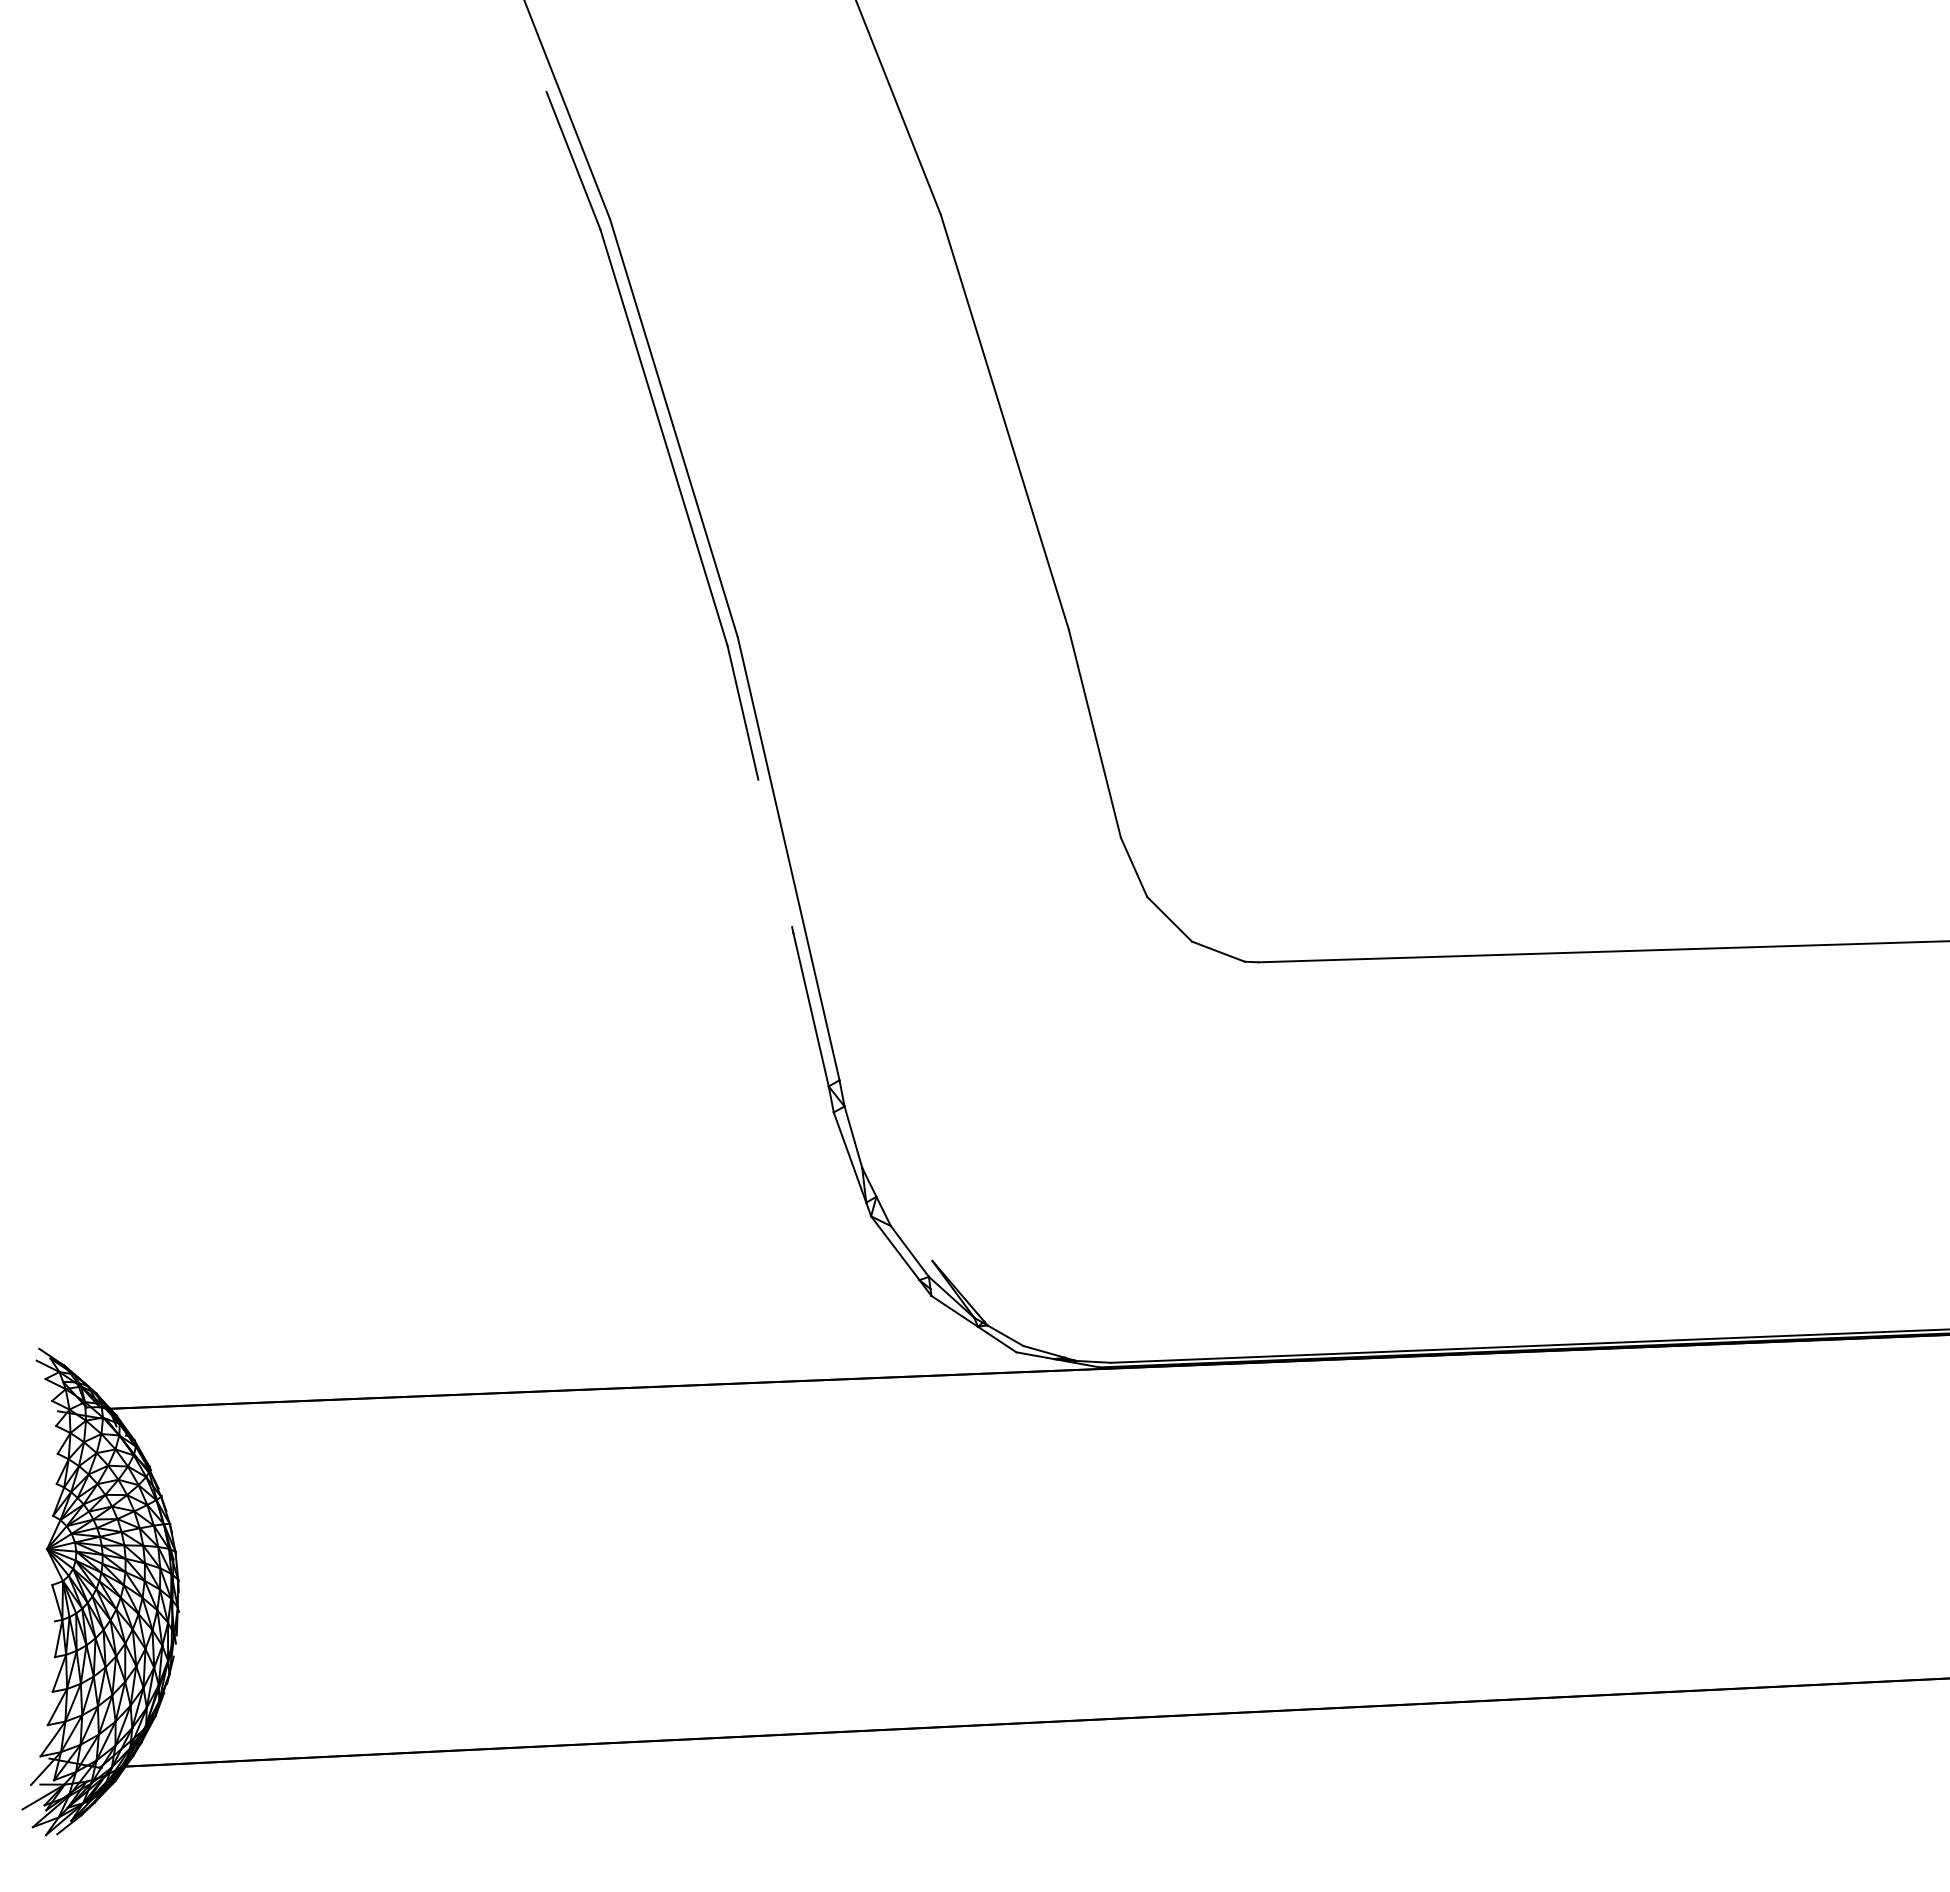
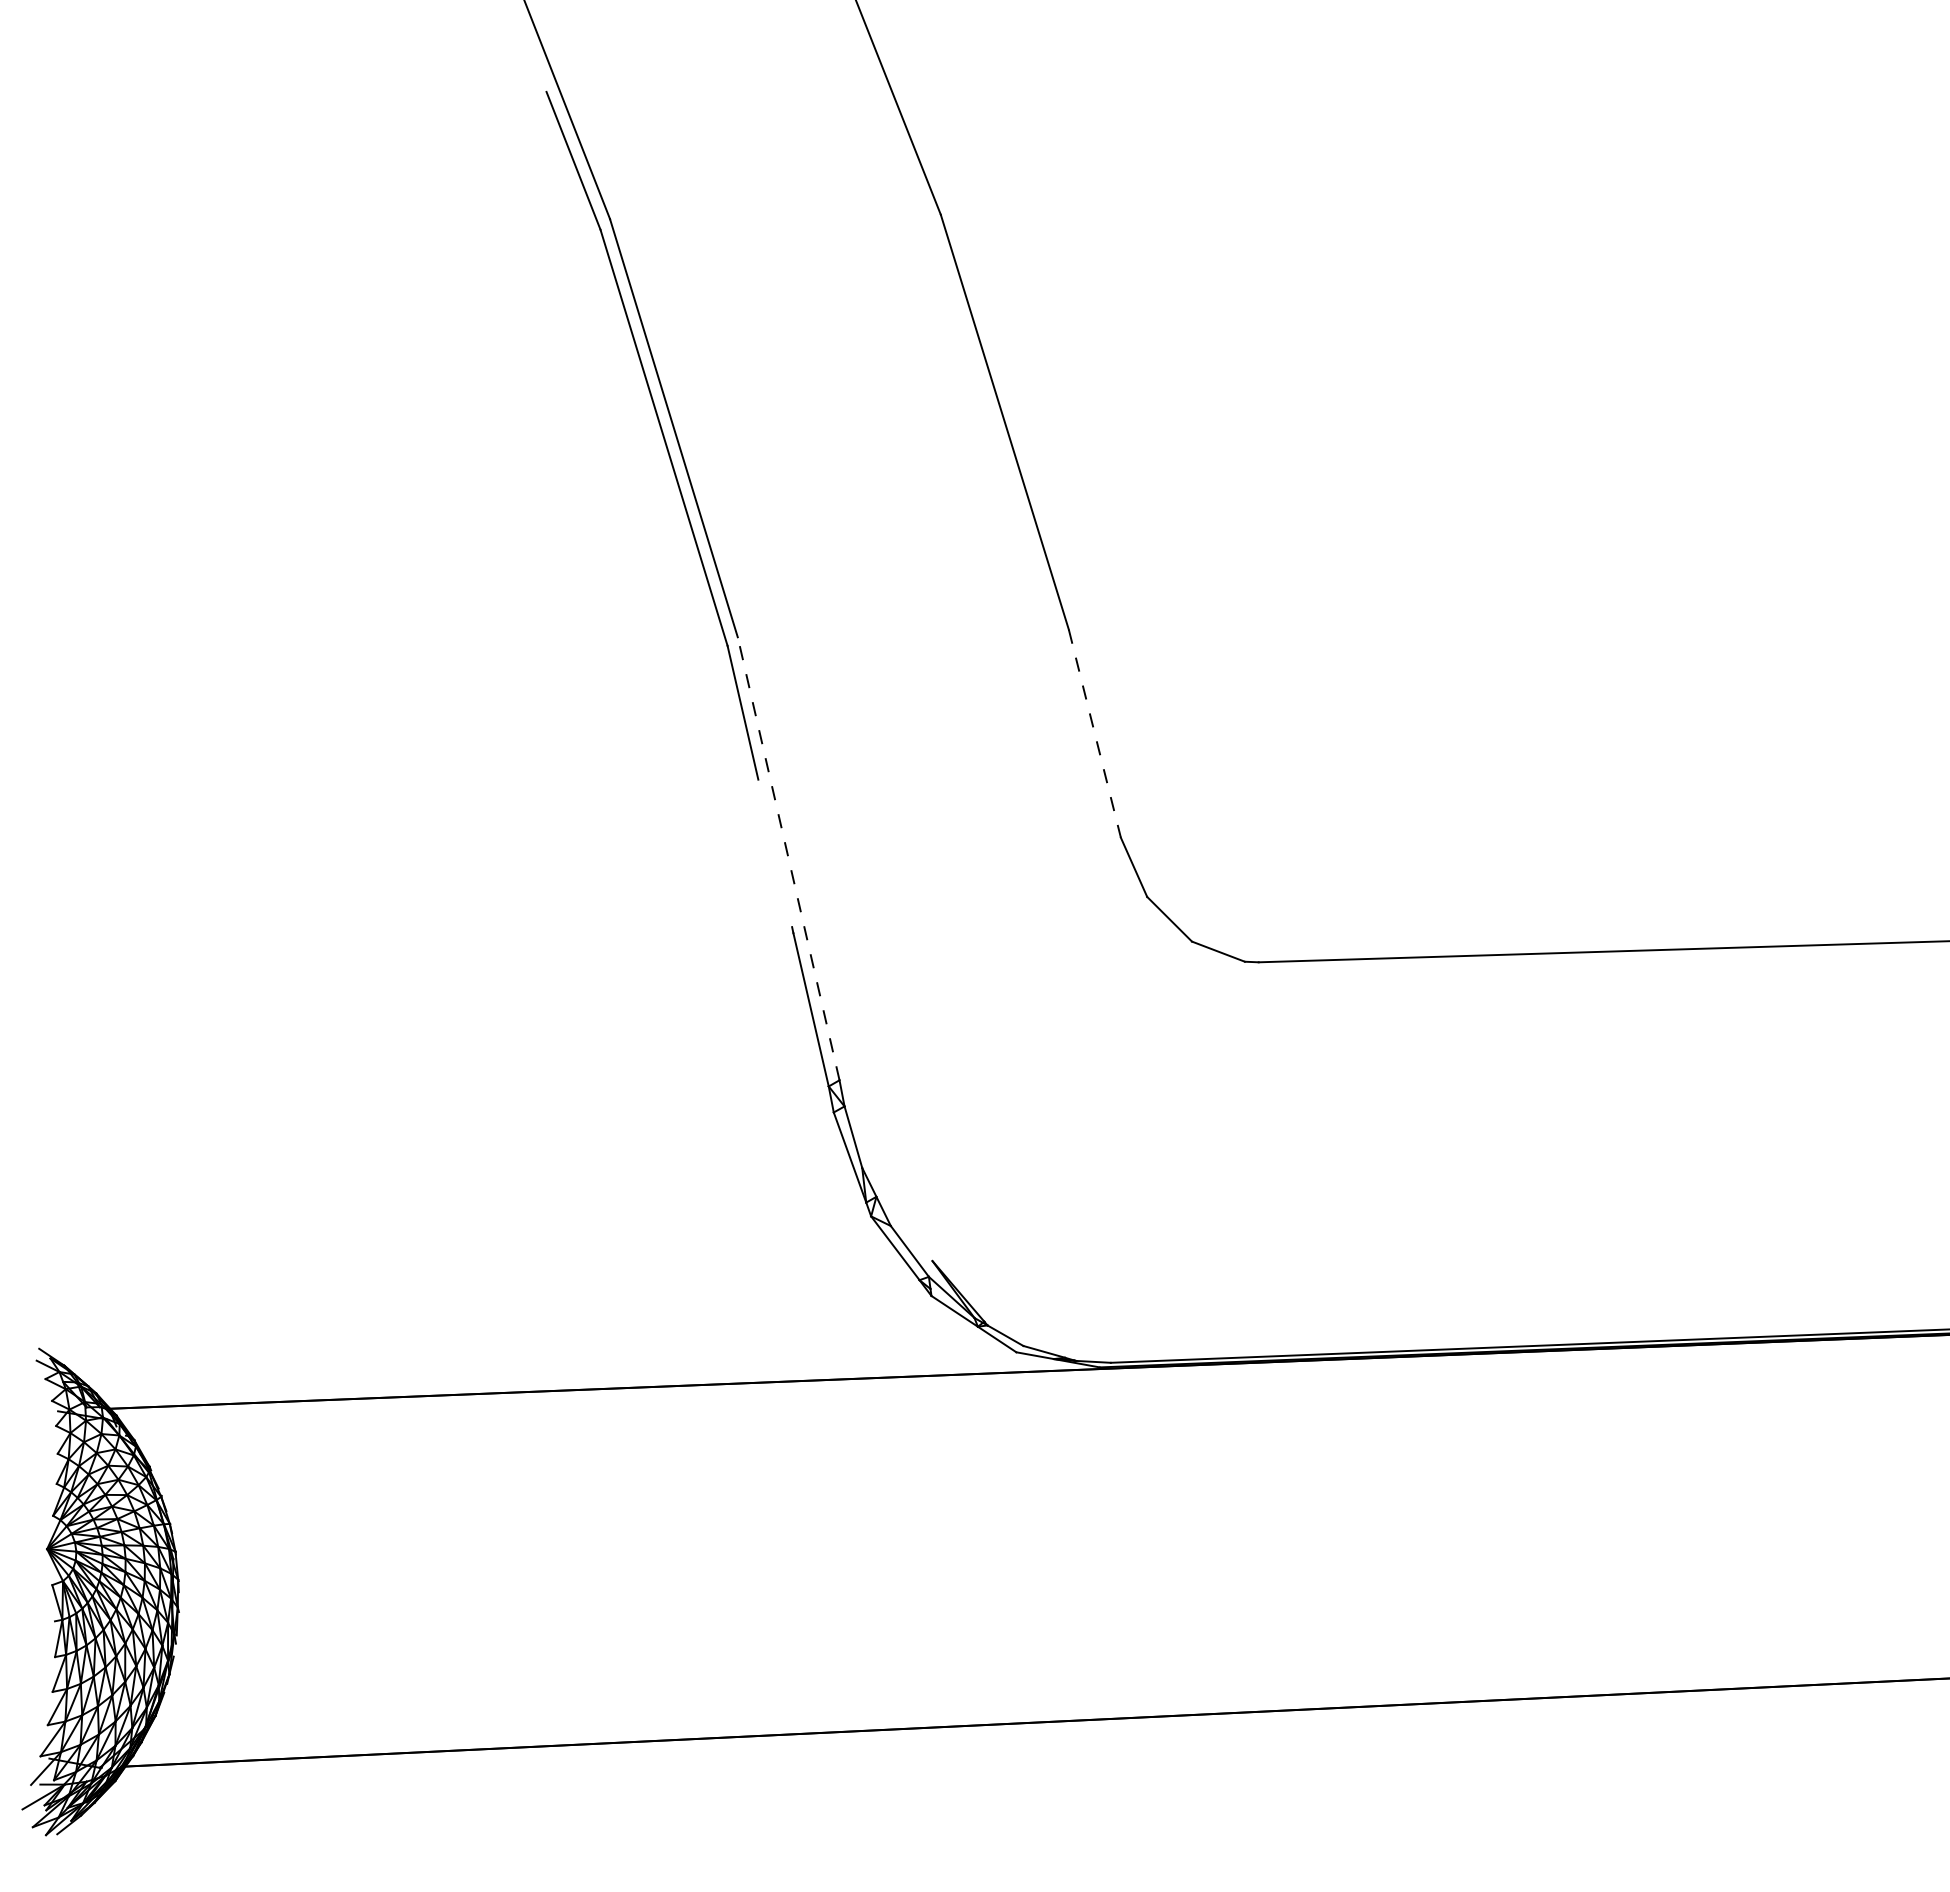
line at (1095, 734): solid -> dashed
line at (788, 858): solid -> dashed
